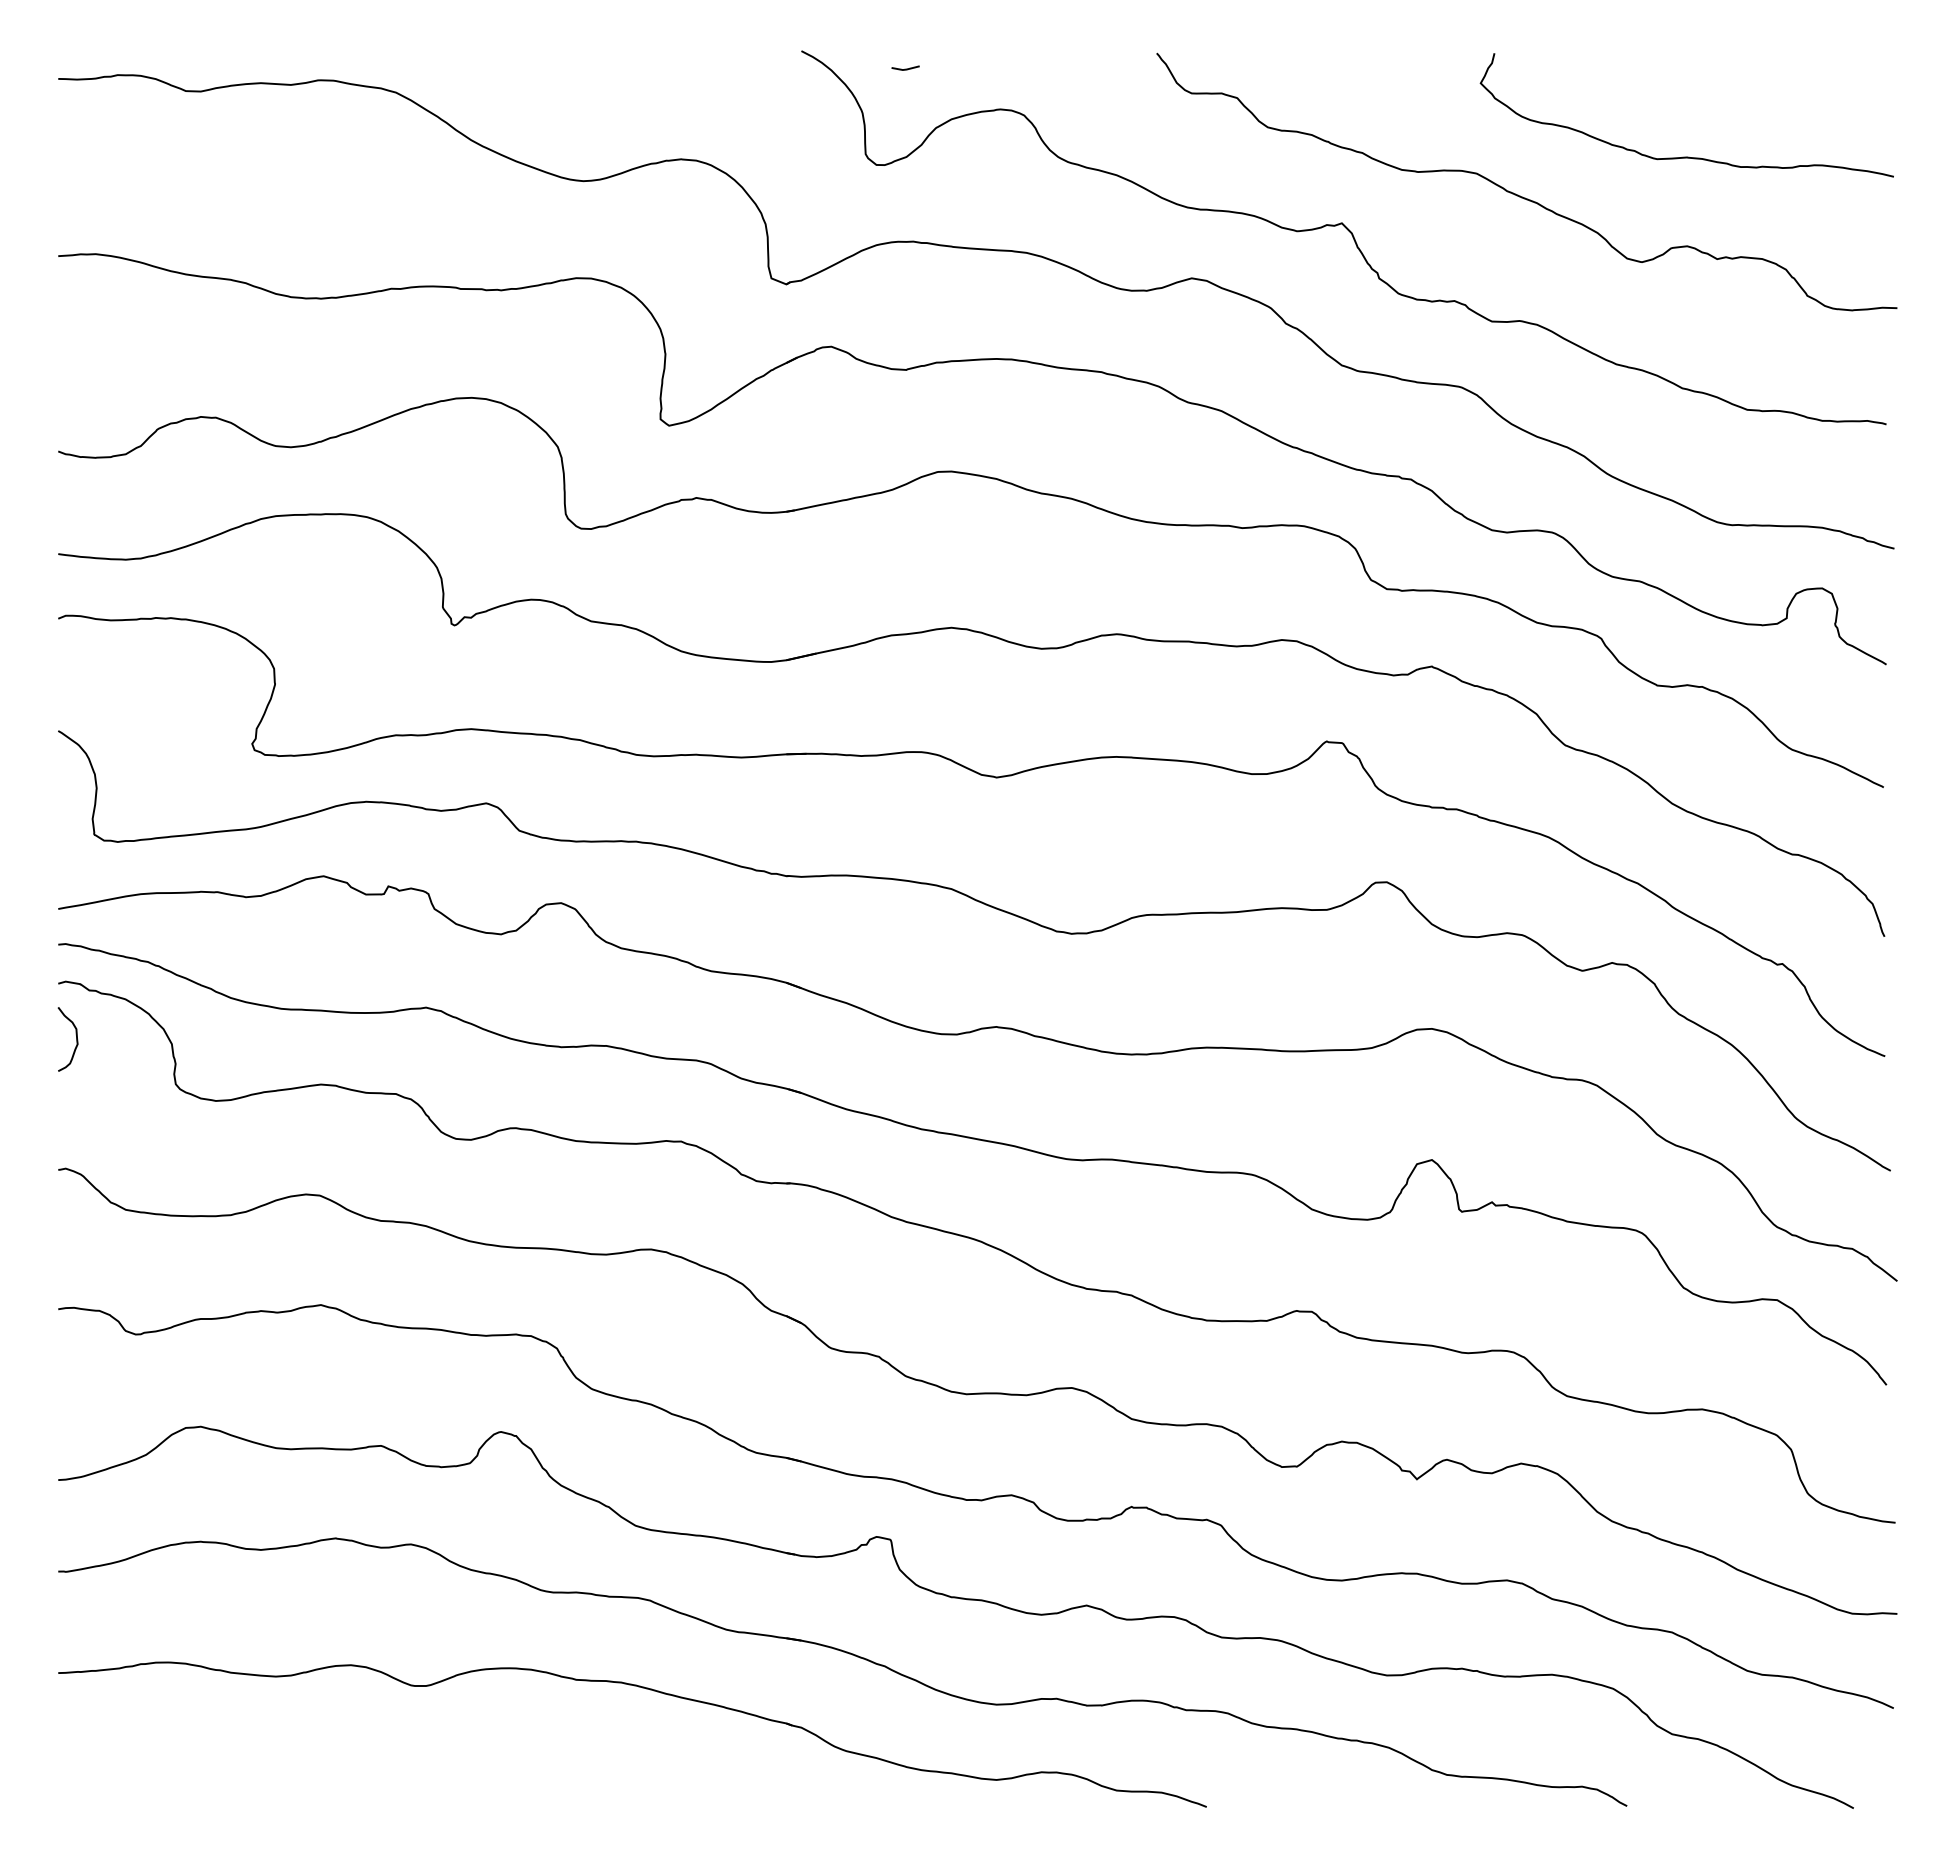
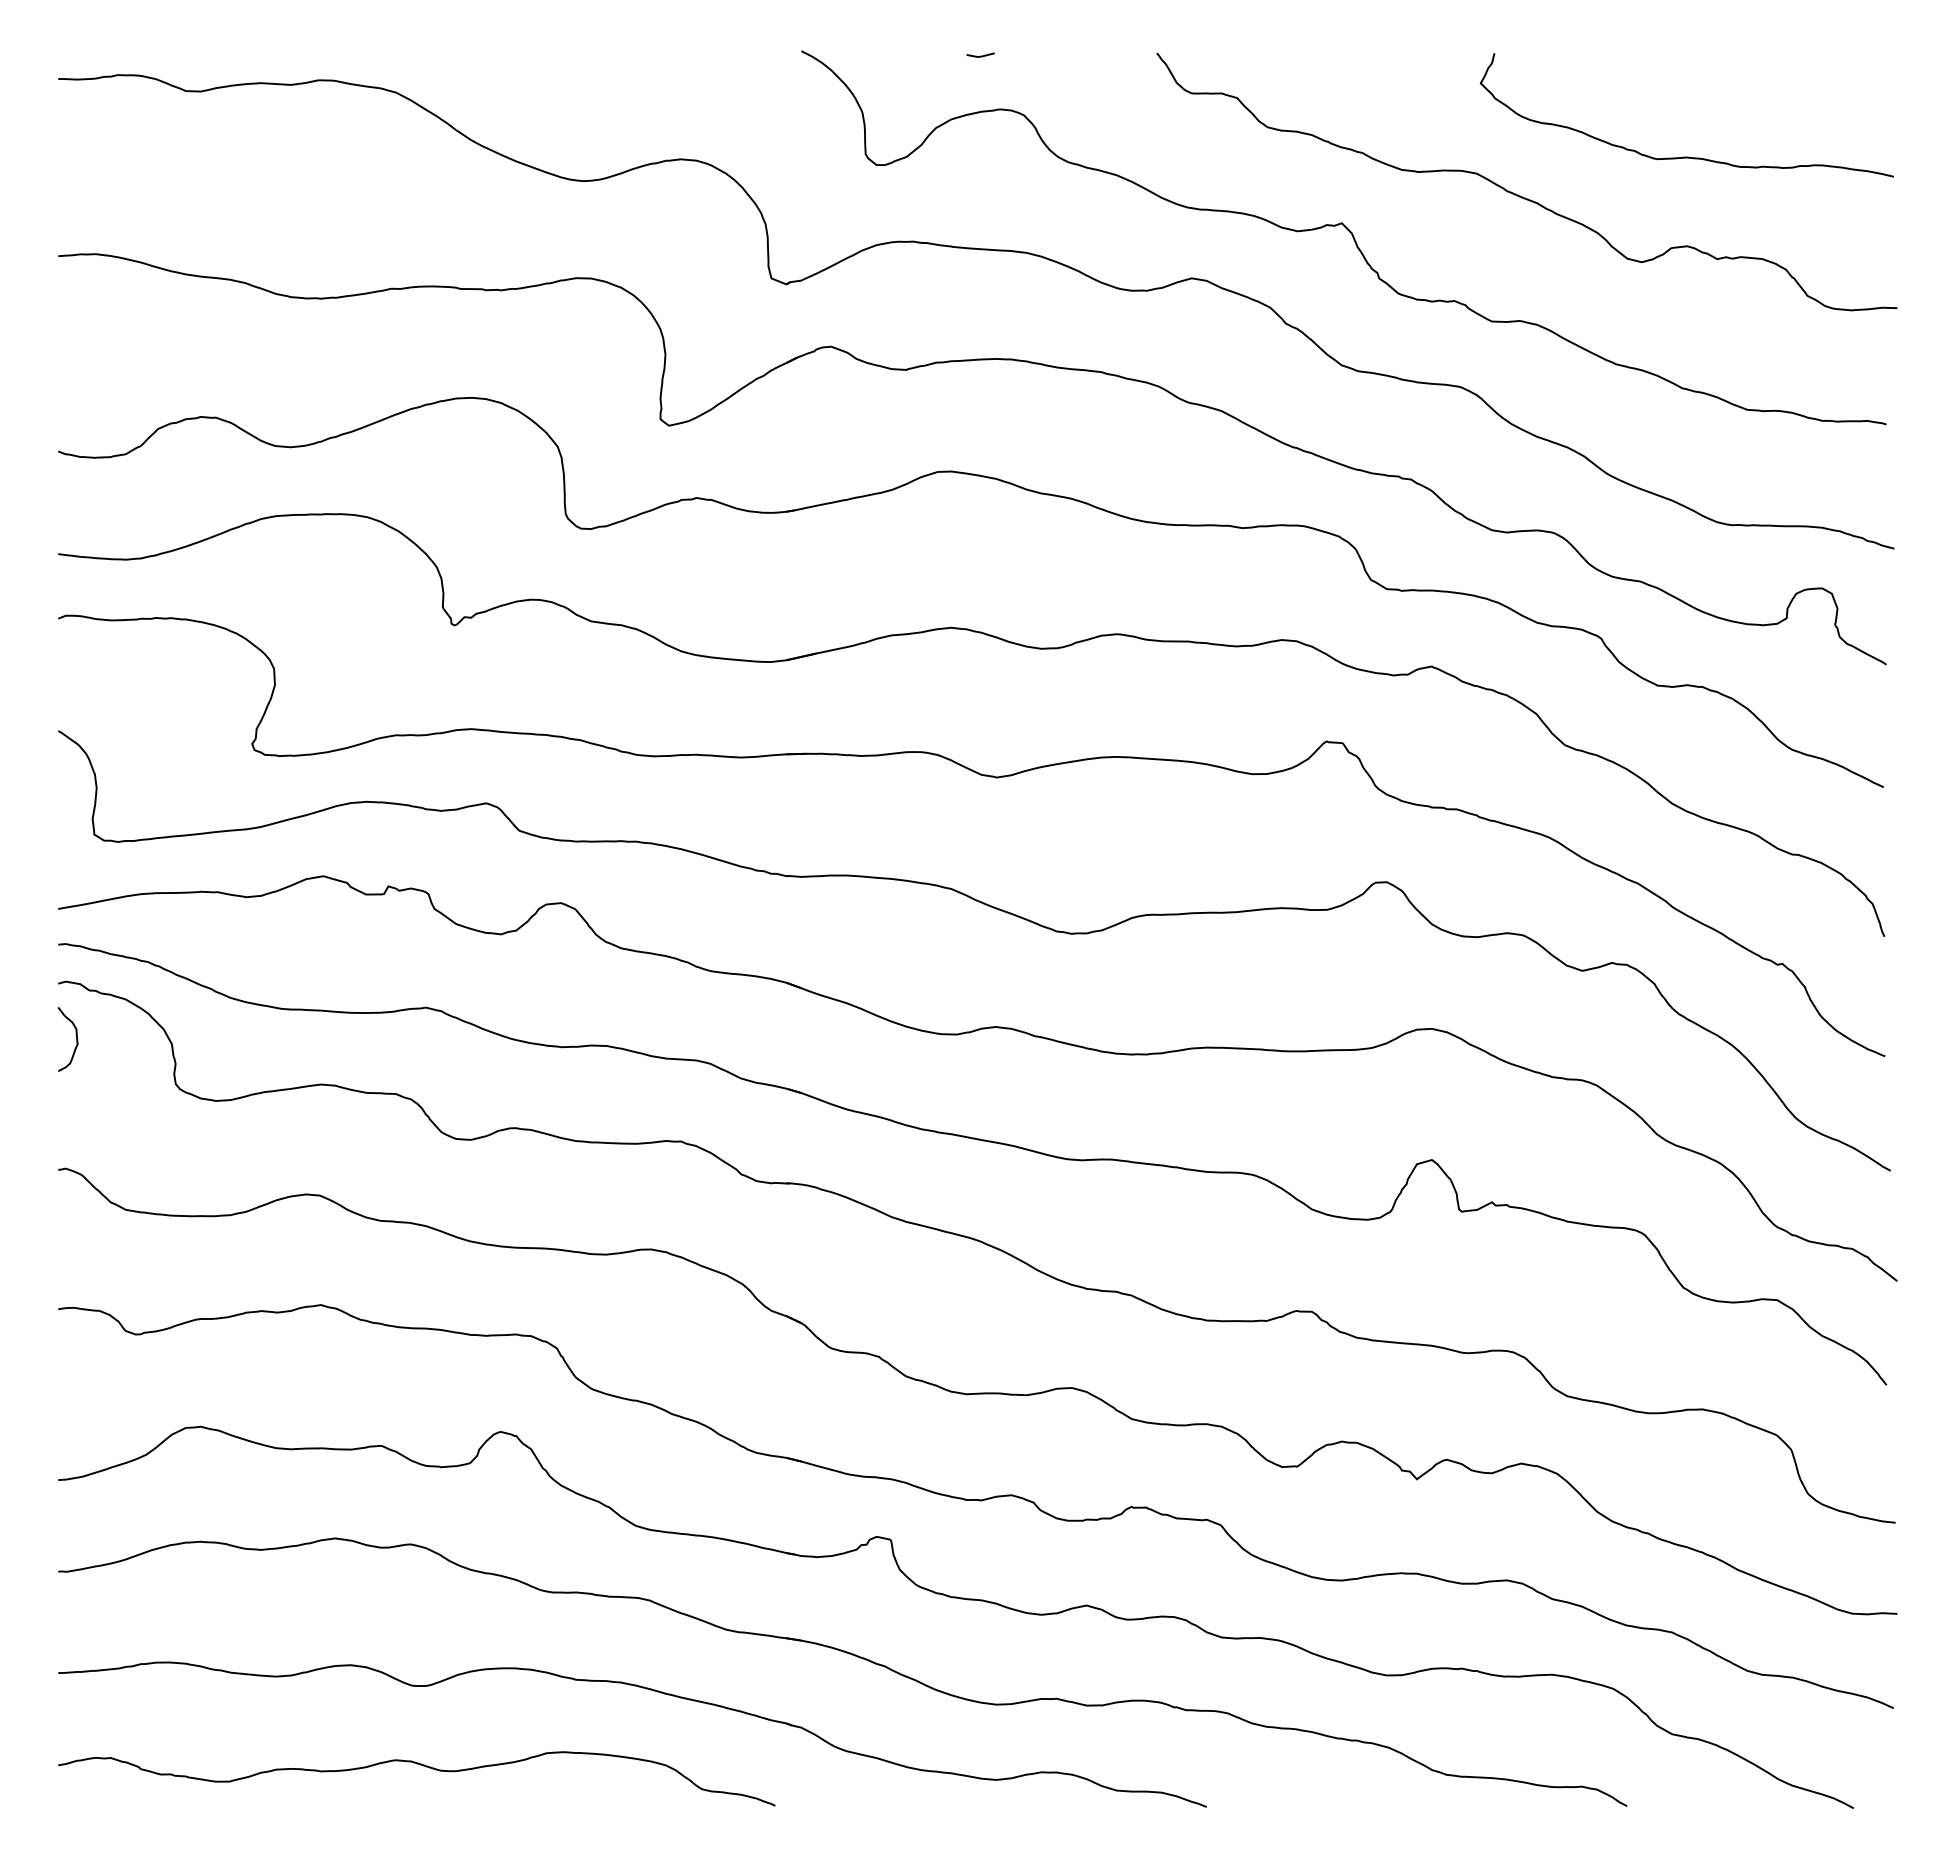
line at (905, 68) position: (905, 68) -> (980, 55)
curve at (420, 1765): none -> present
